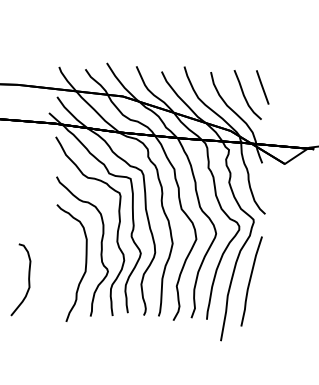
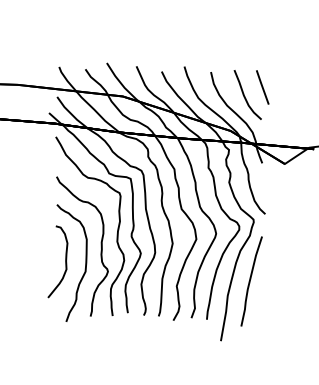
part at (28, 279) position: (28, 279) -> (65, 261)
